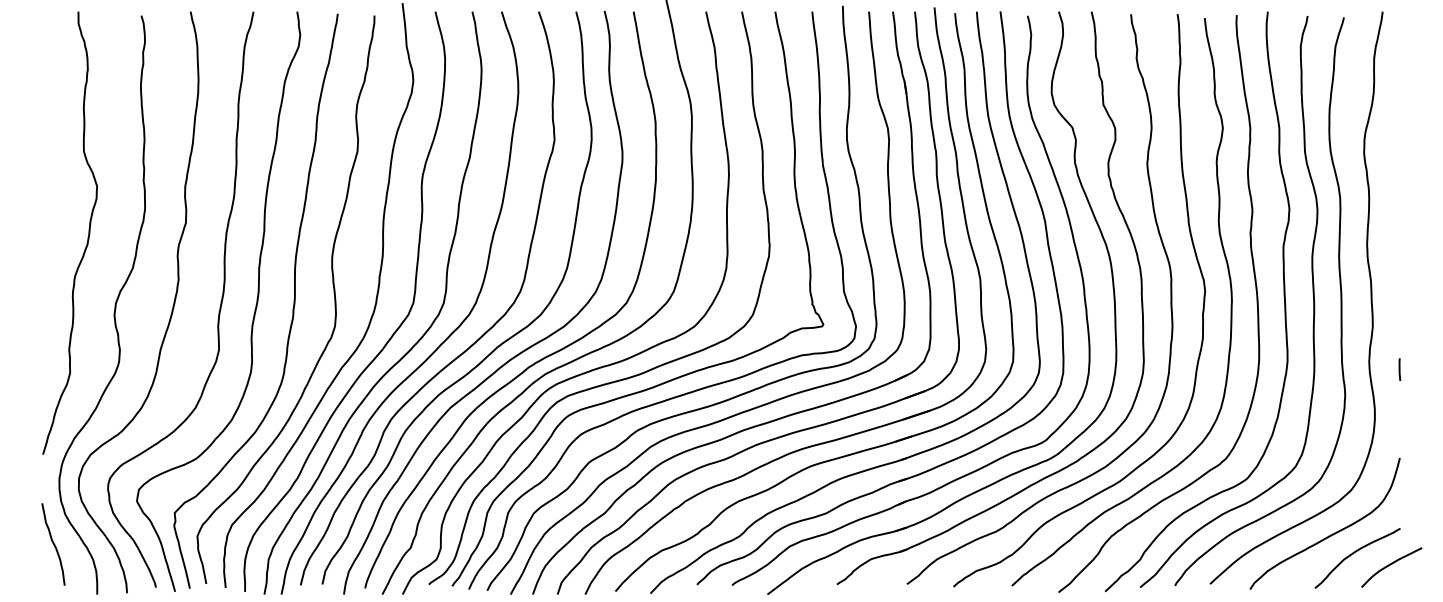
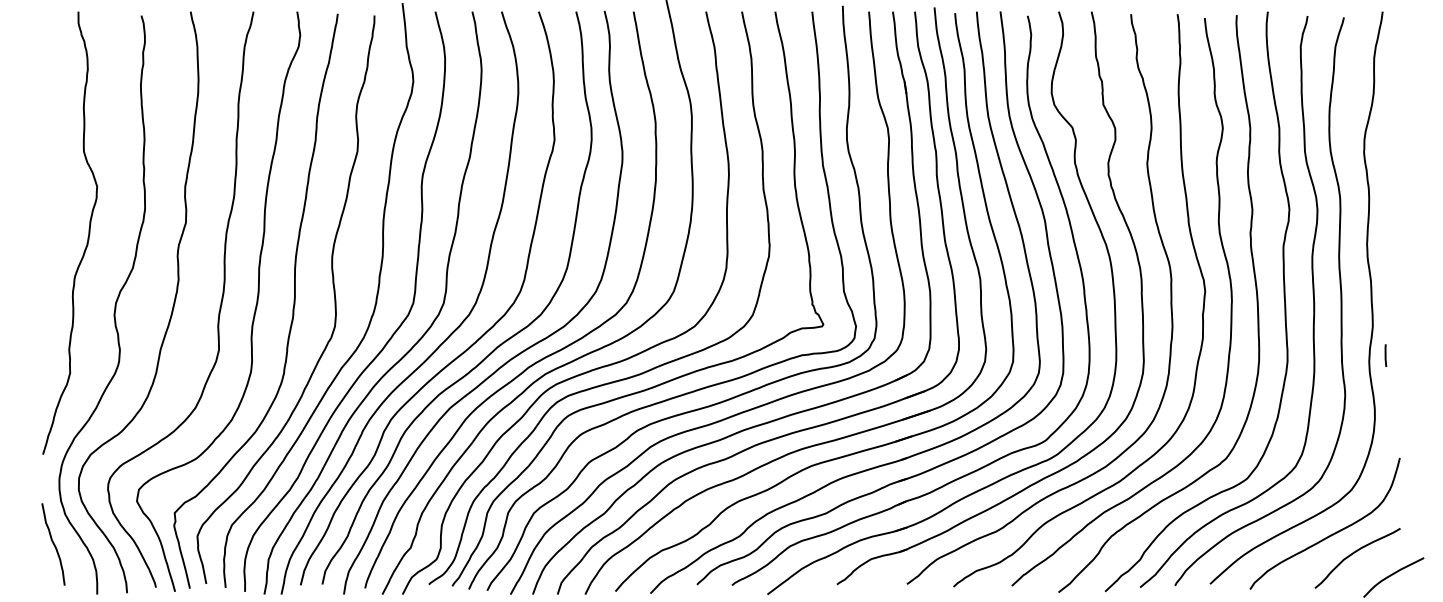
line at (1399, 369) position: (1399, 369) -> (1385, 355)
curve at (1390, 565) position: (1390, 565) -> (1392, 575)
